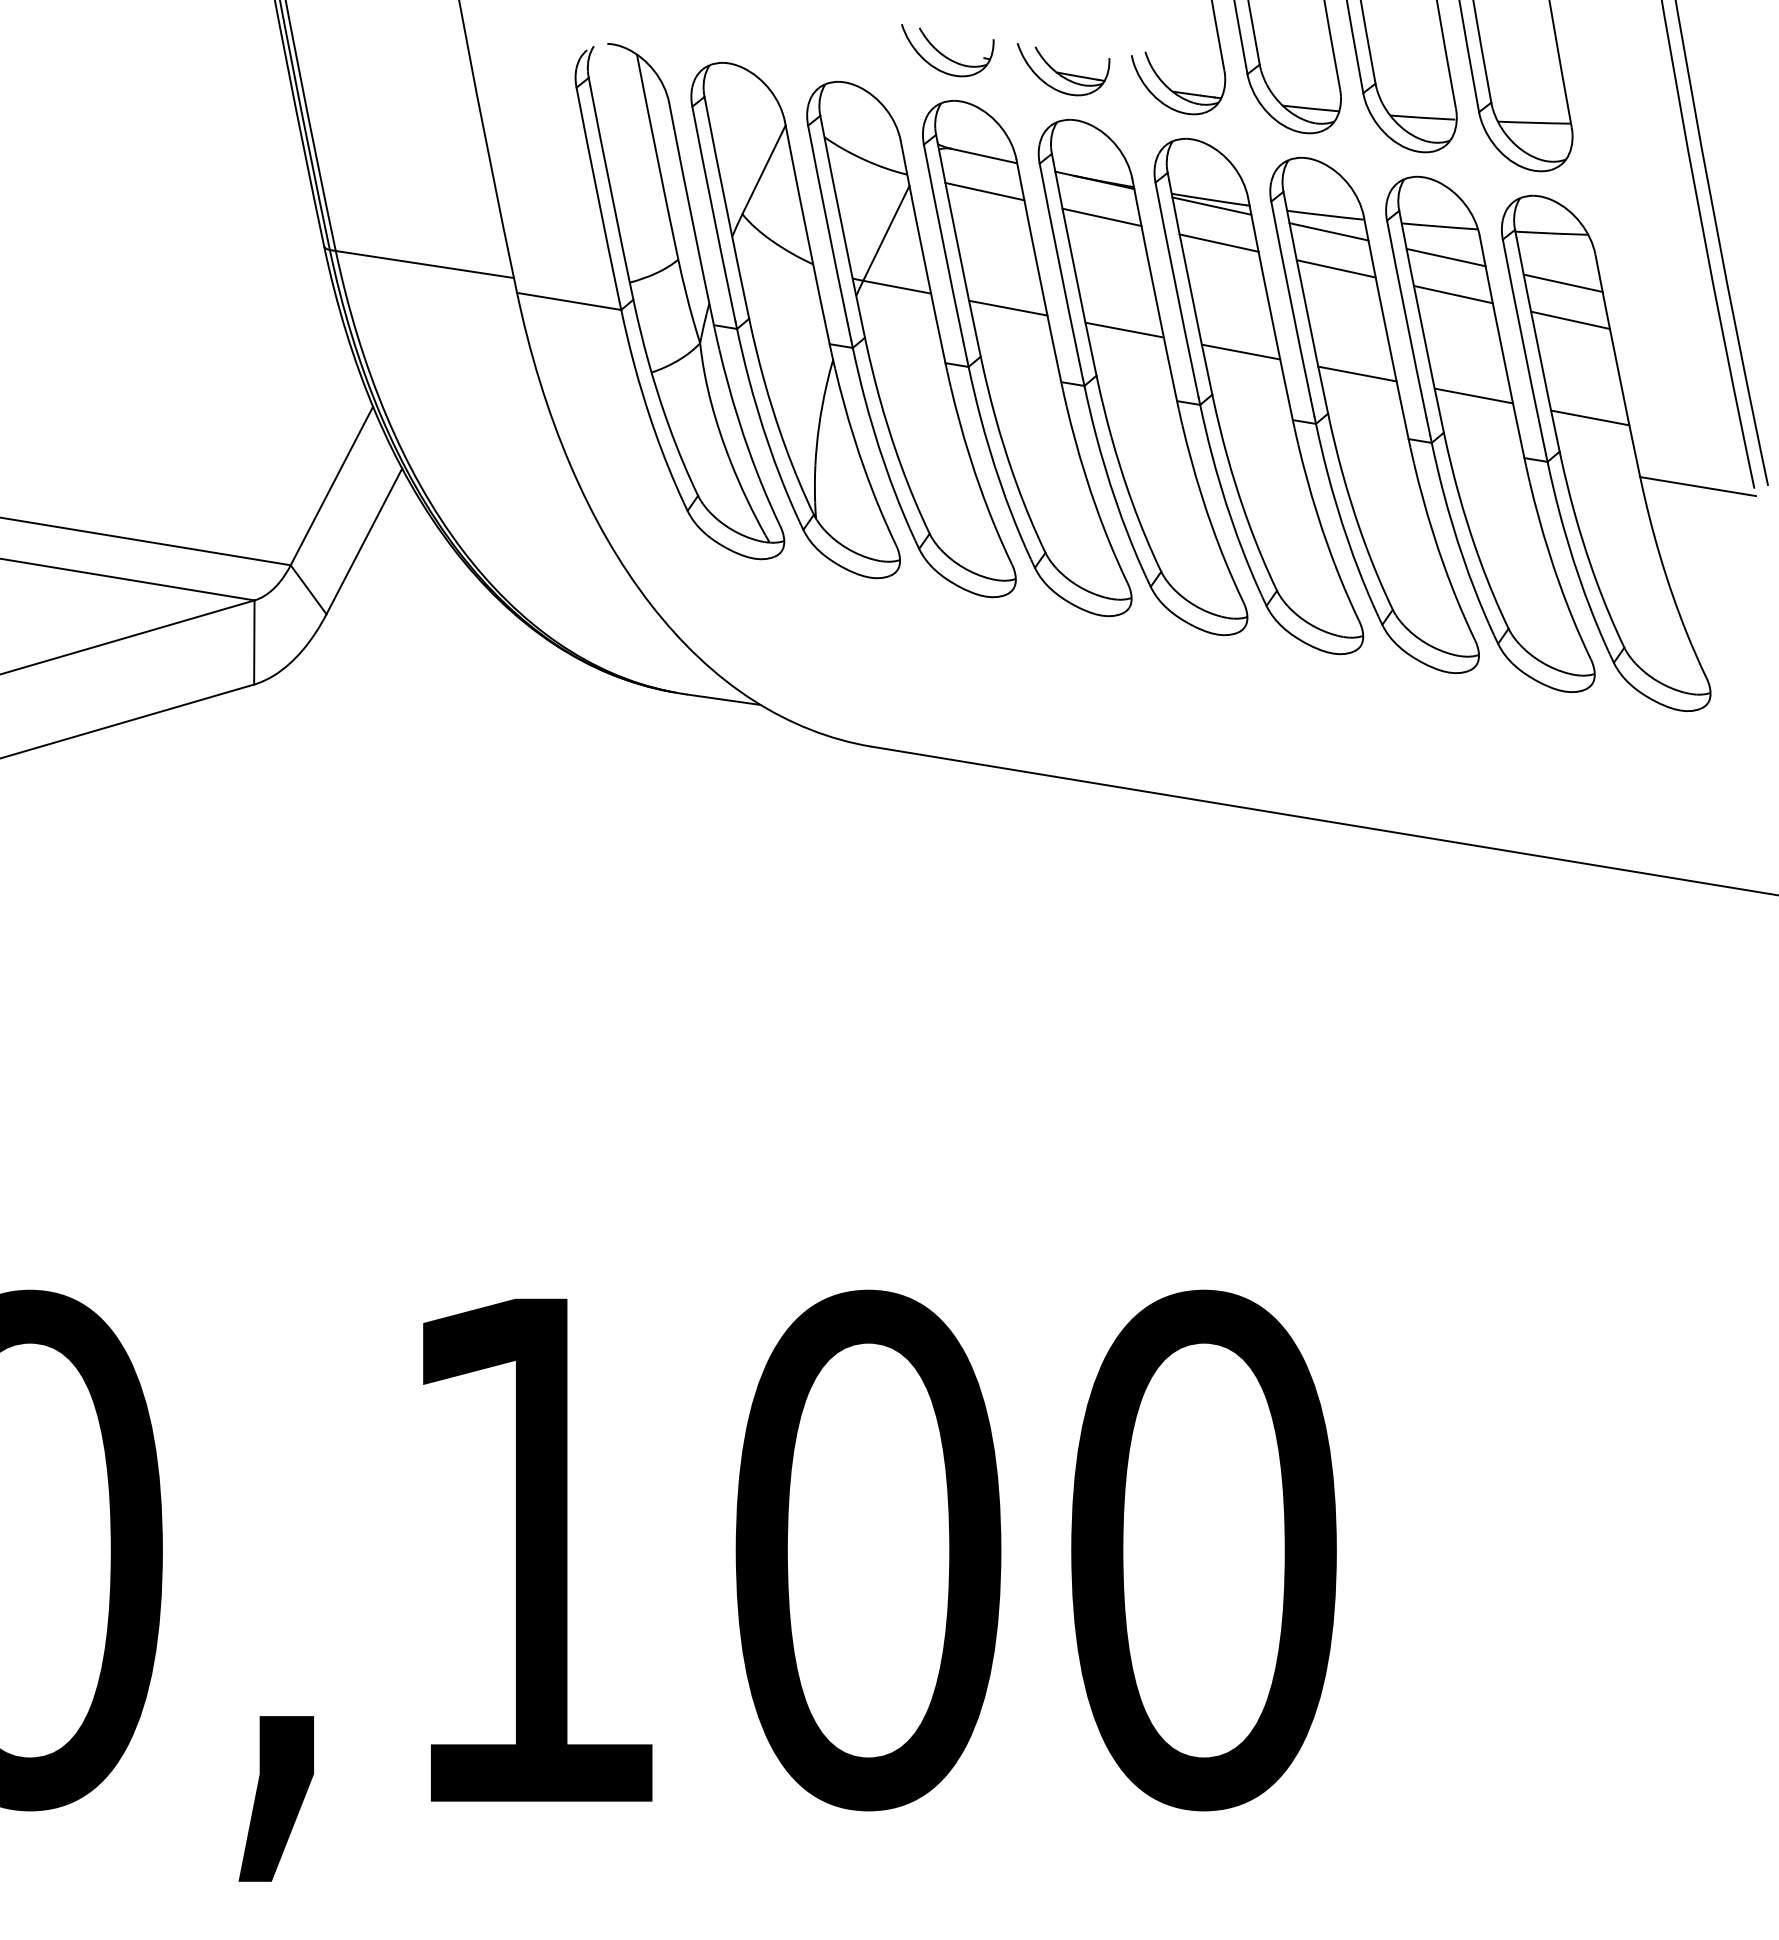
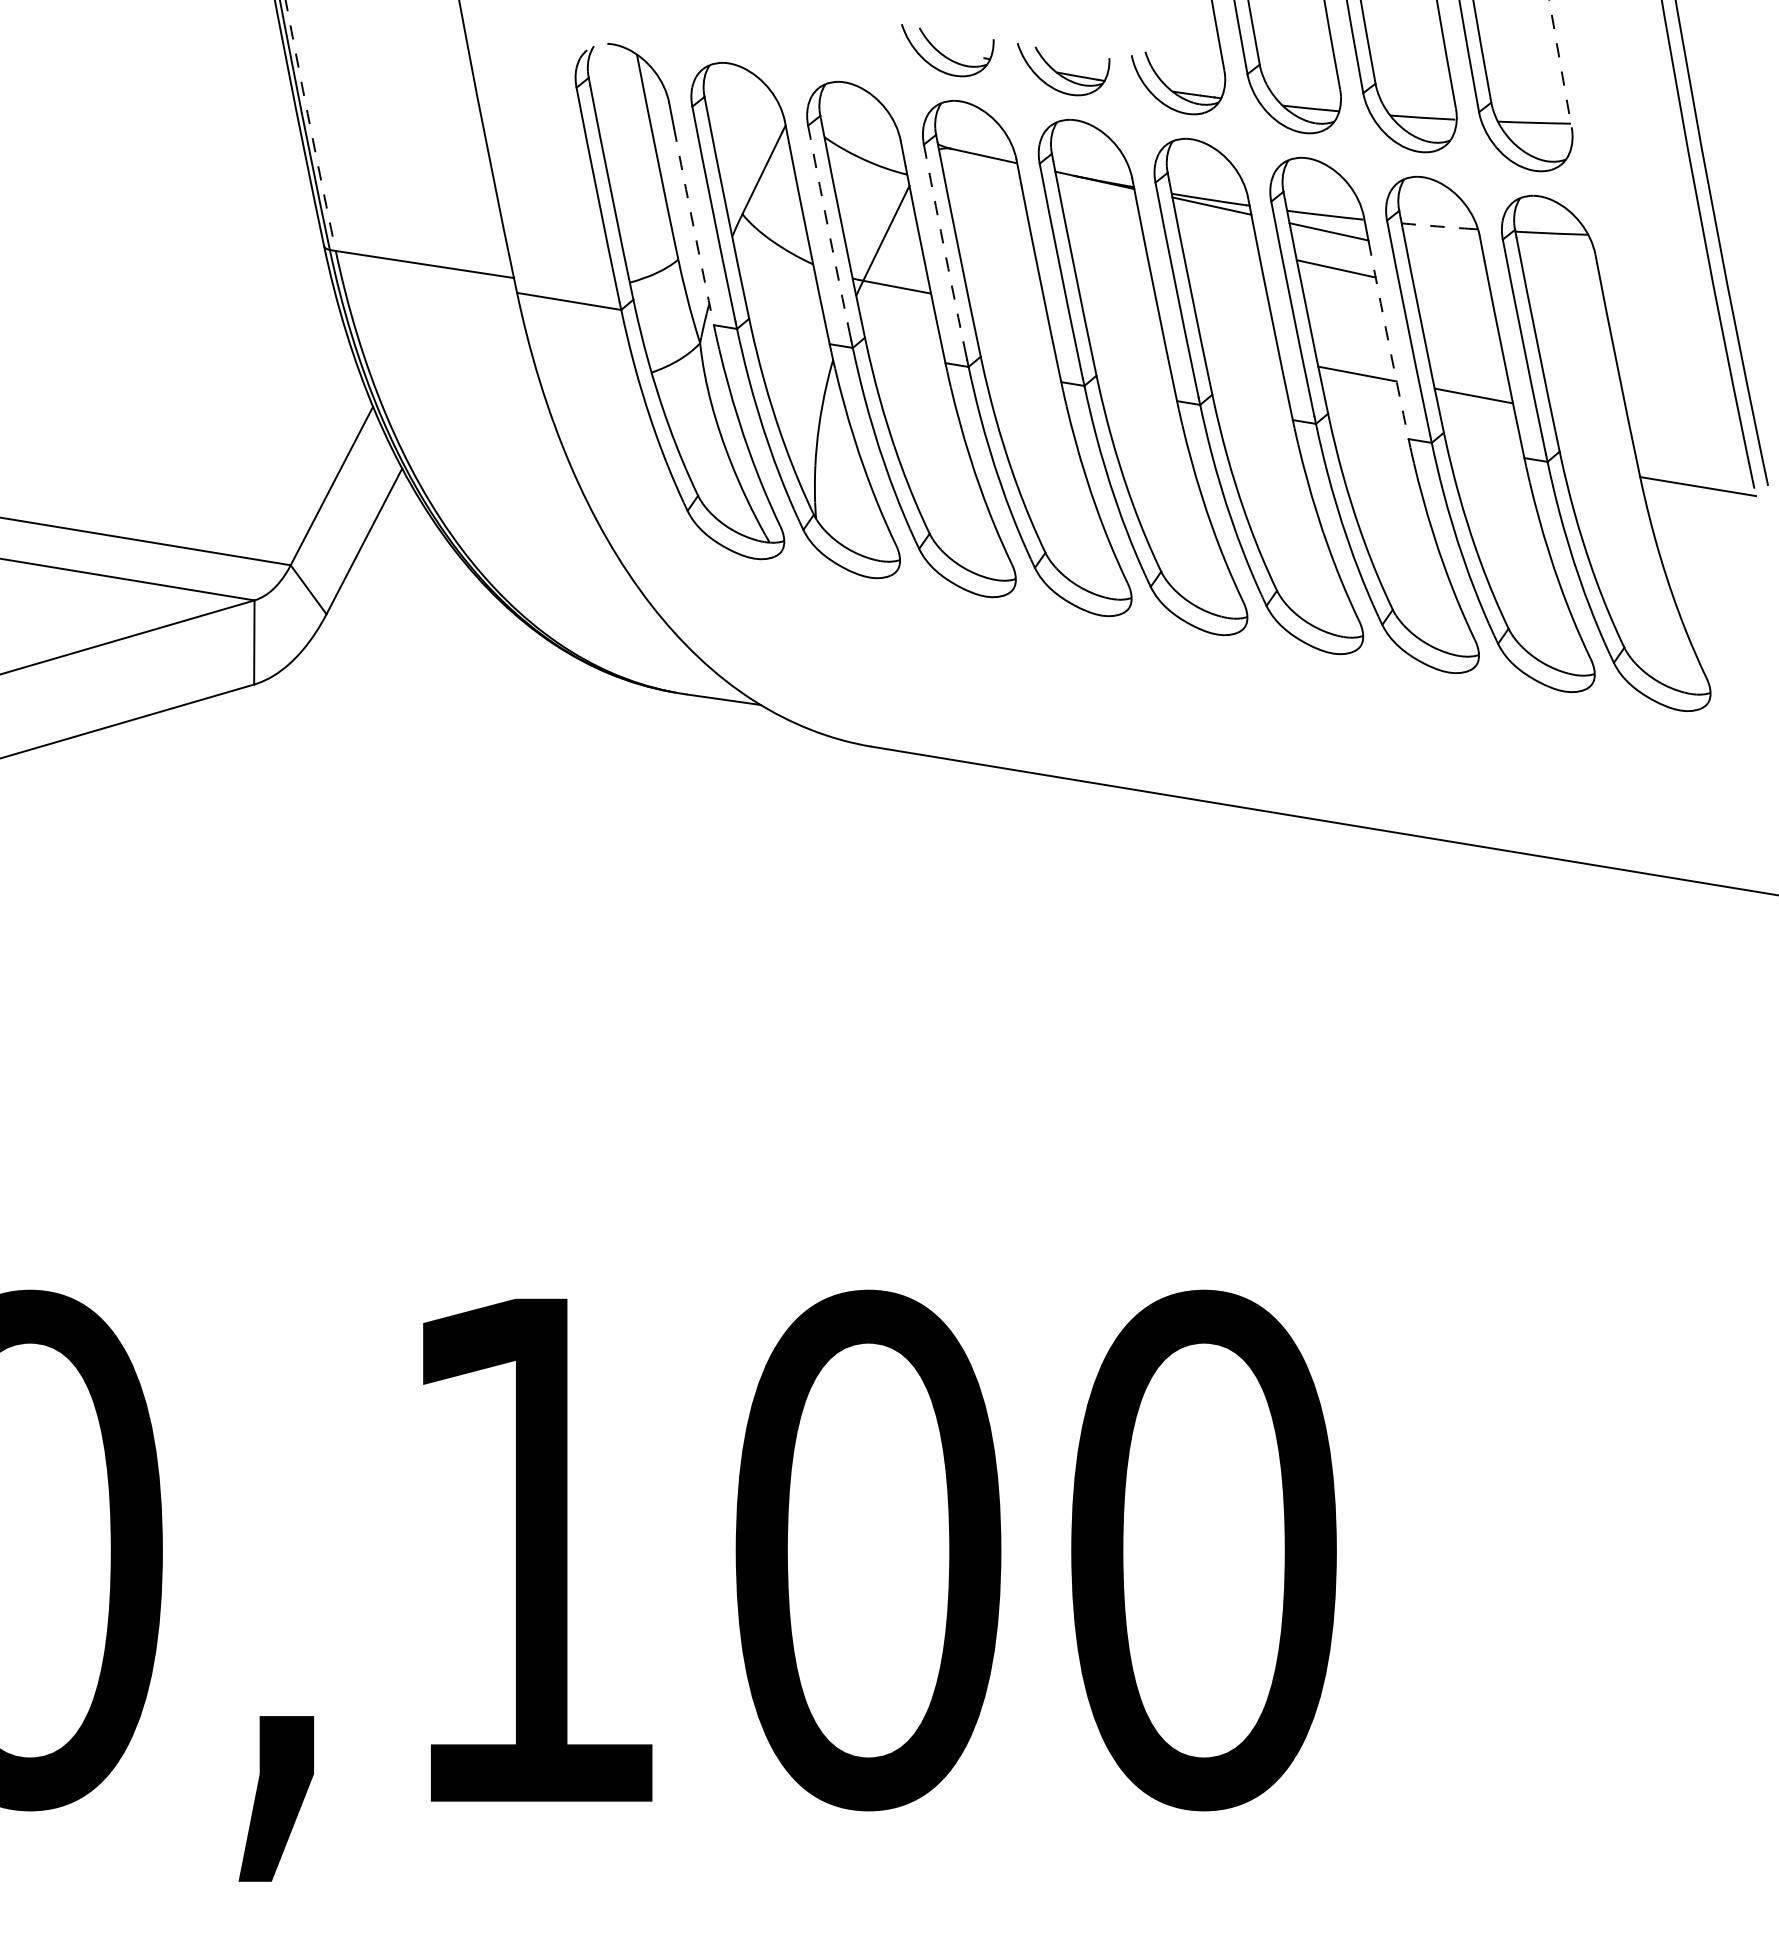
arc at (1560, 63): solid -> dashed
arc at (310, 126): solid -> dashed
line at (984, 191): present -> none
line at (1101, 217): present -> none
arc at (827, 224): solid -> dashed
arc at (693, 226): solid -> dashed
arc at (1437, 226): solid -> dashed
line at (1218, 242): present -> none
arc at (943, 243): solid -> dashed
line at (1445, 257): present -> none
line at (1562, 282): present -> none
line at (1452, 294): present -> none
line at (1008, 307): present -> none
line at (1570, 320): present -> none
line at (1124, 329): present -> none
arc at (1388, 340): solid -> dashed
line at (1240, 351): present -> none
line at (1590, 417): present -> none
